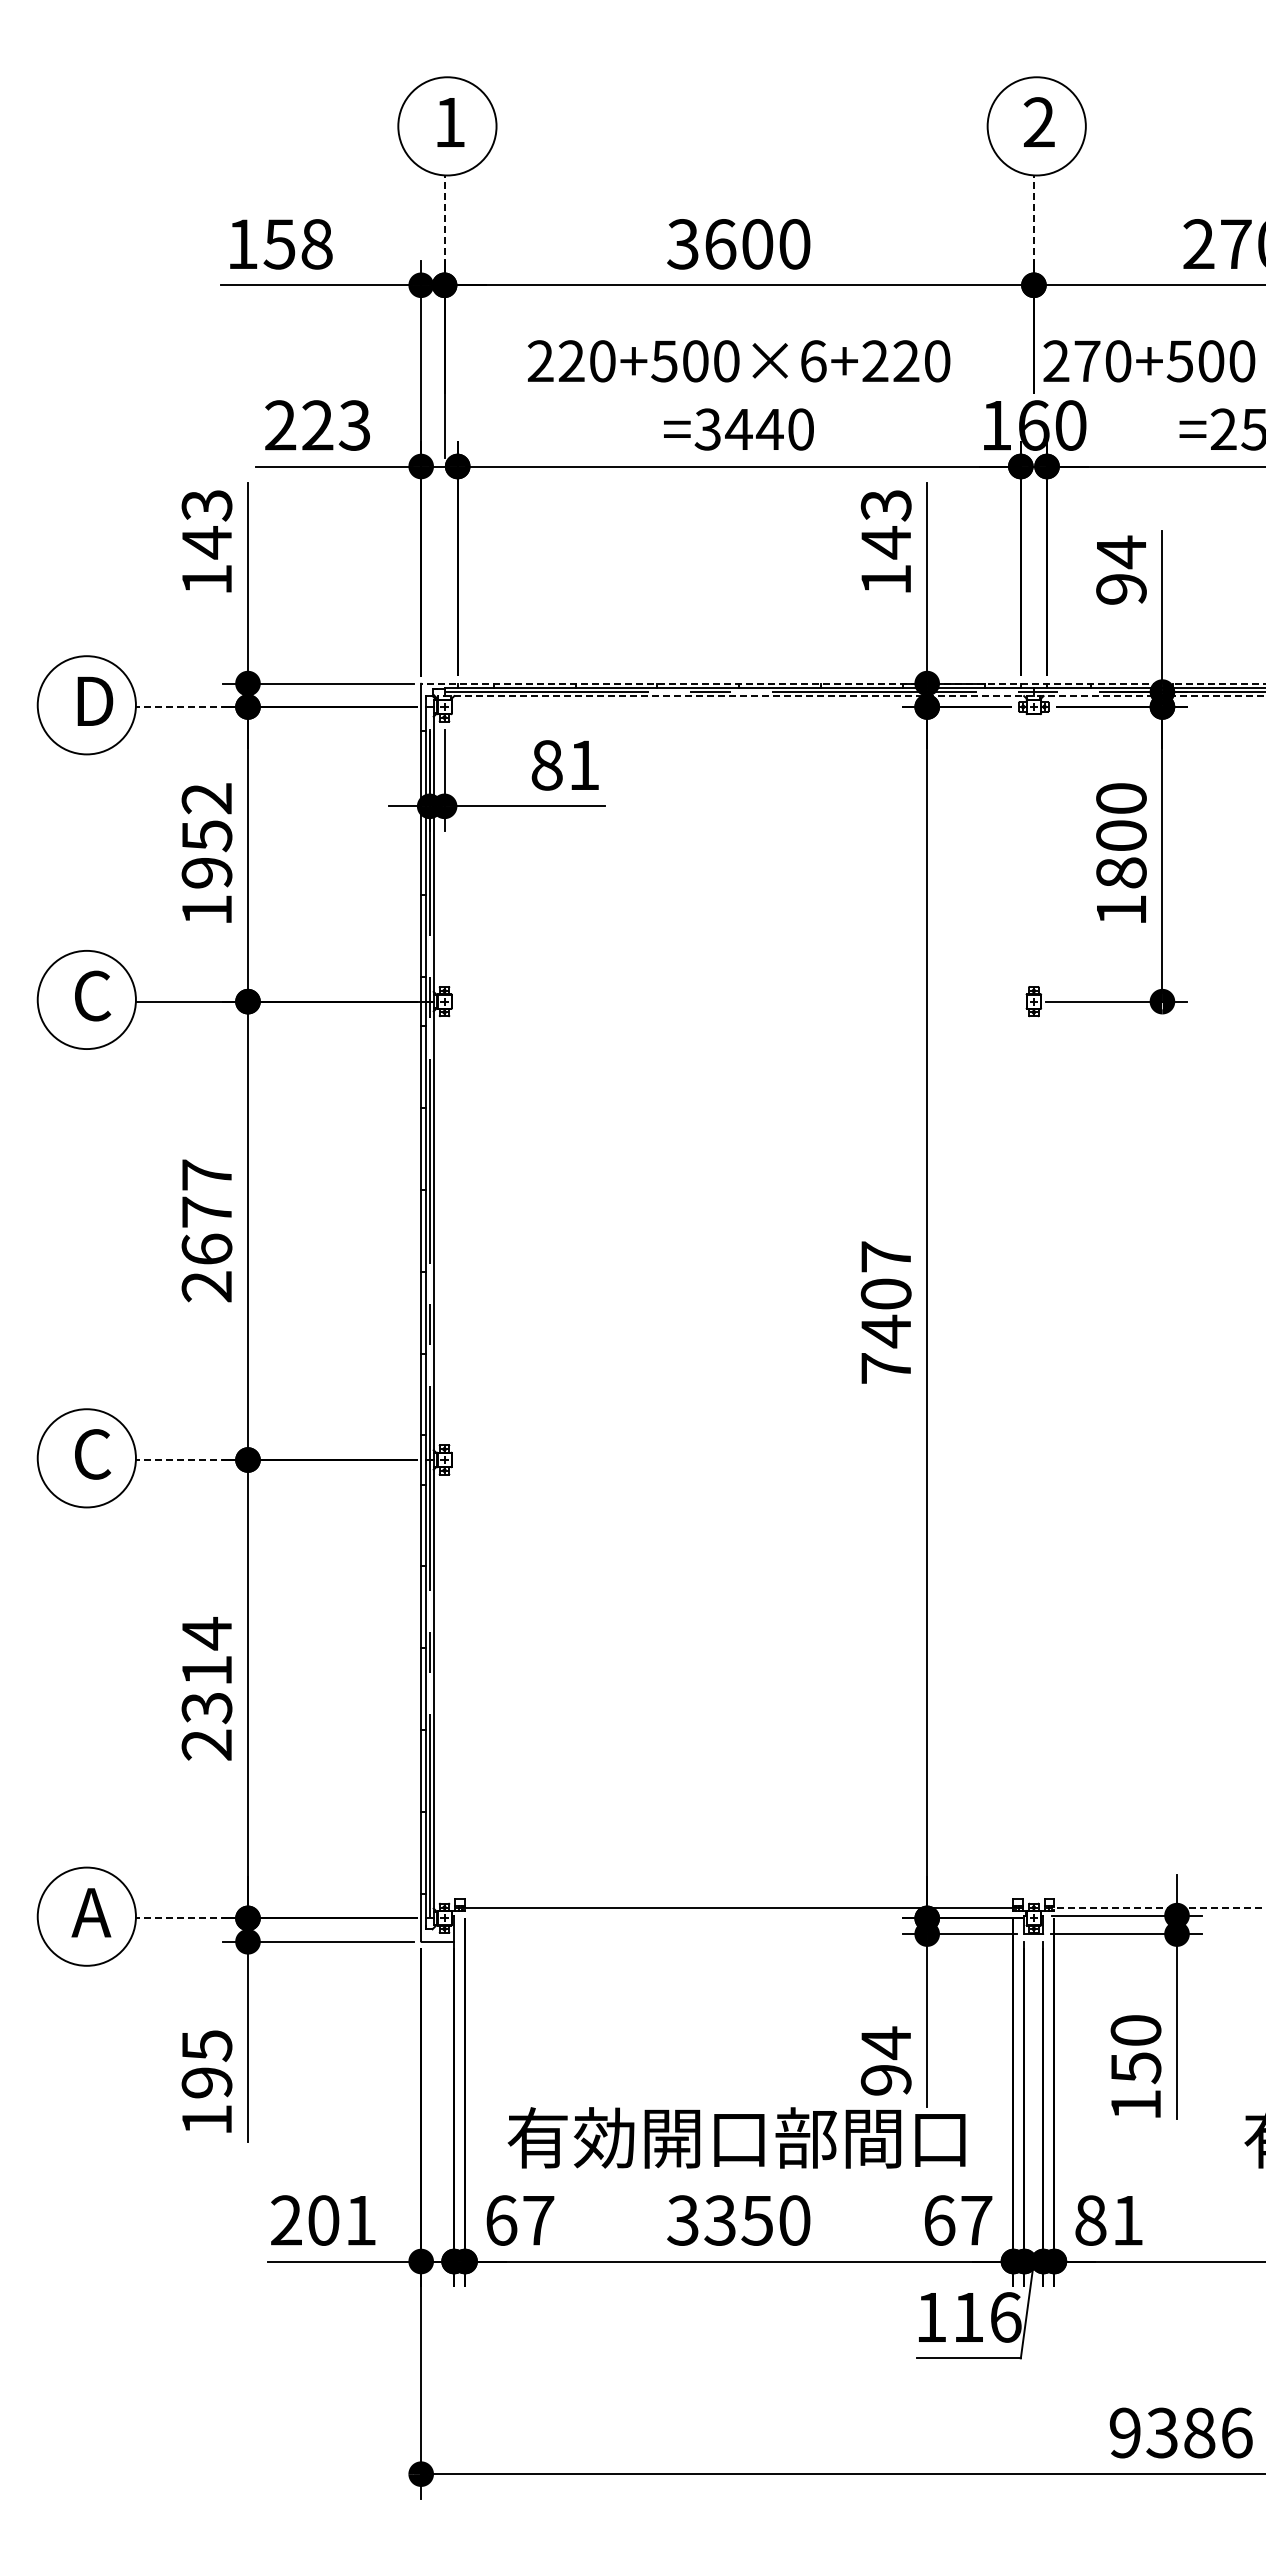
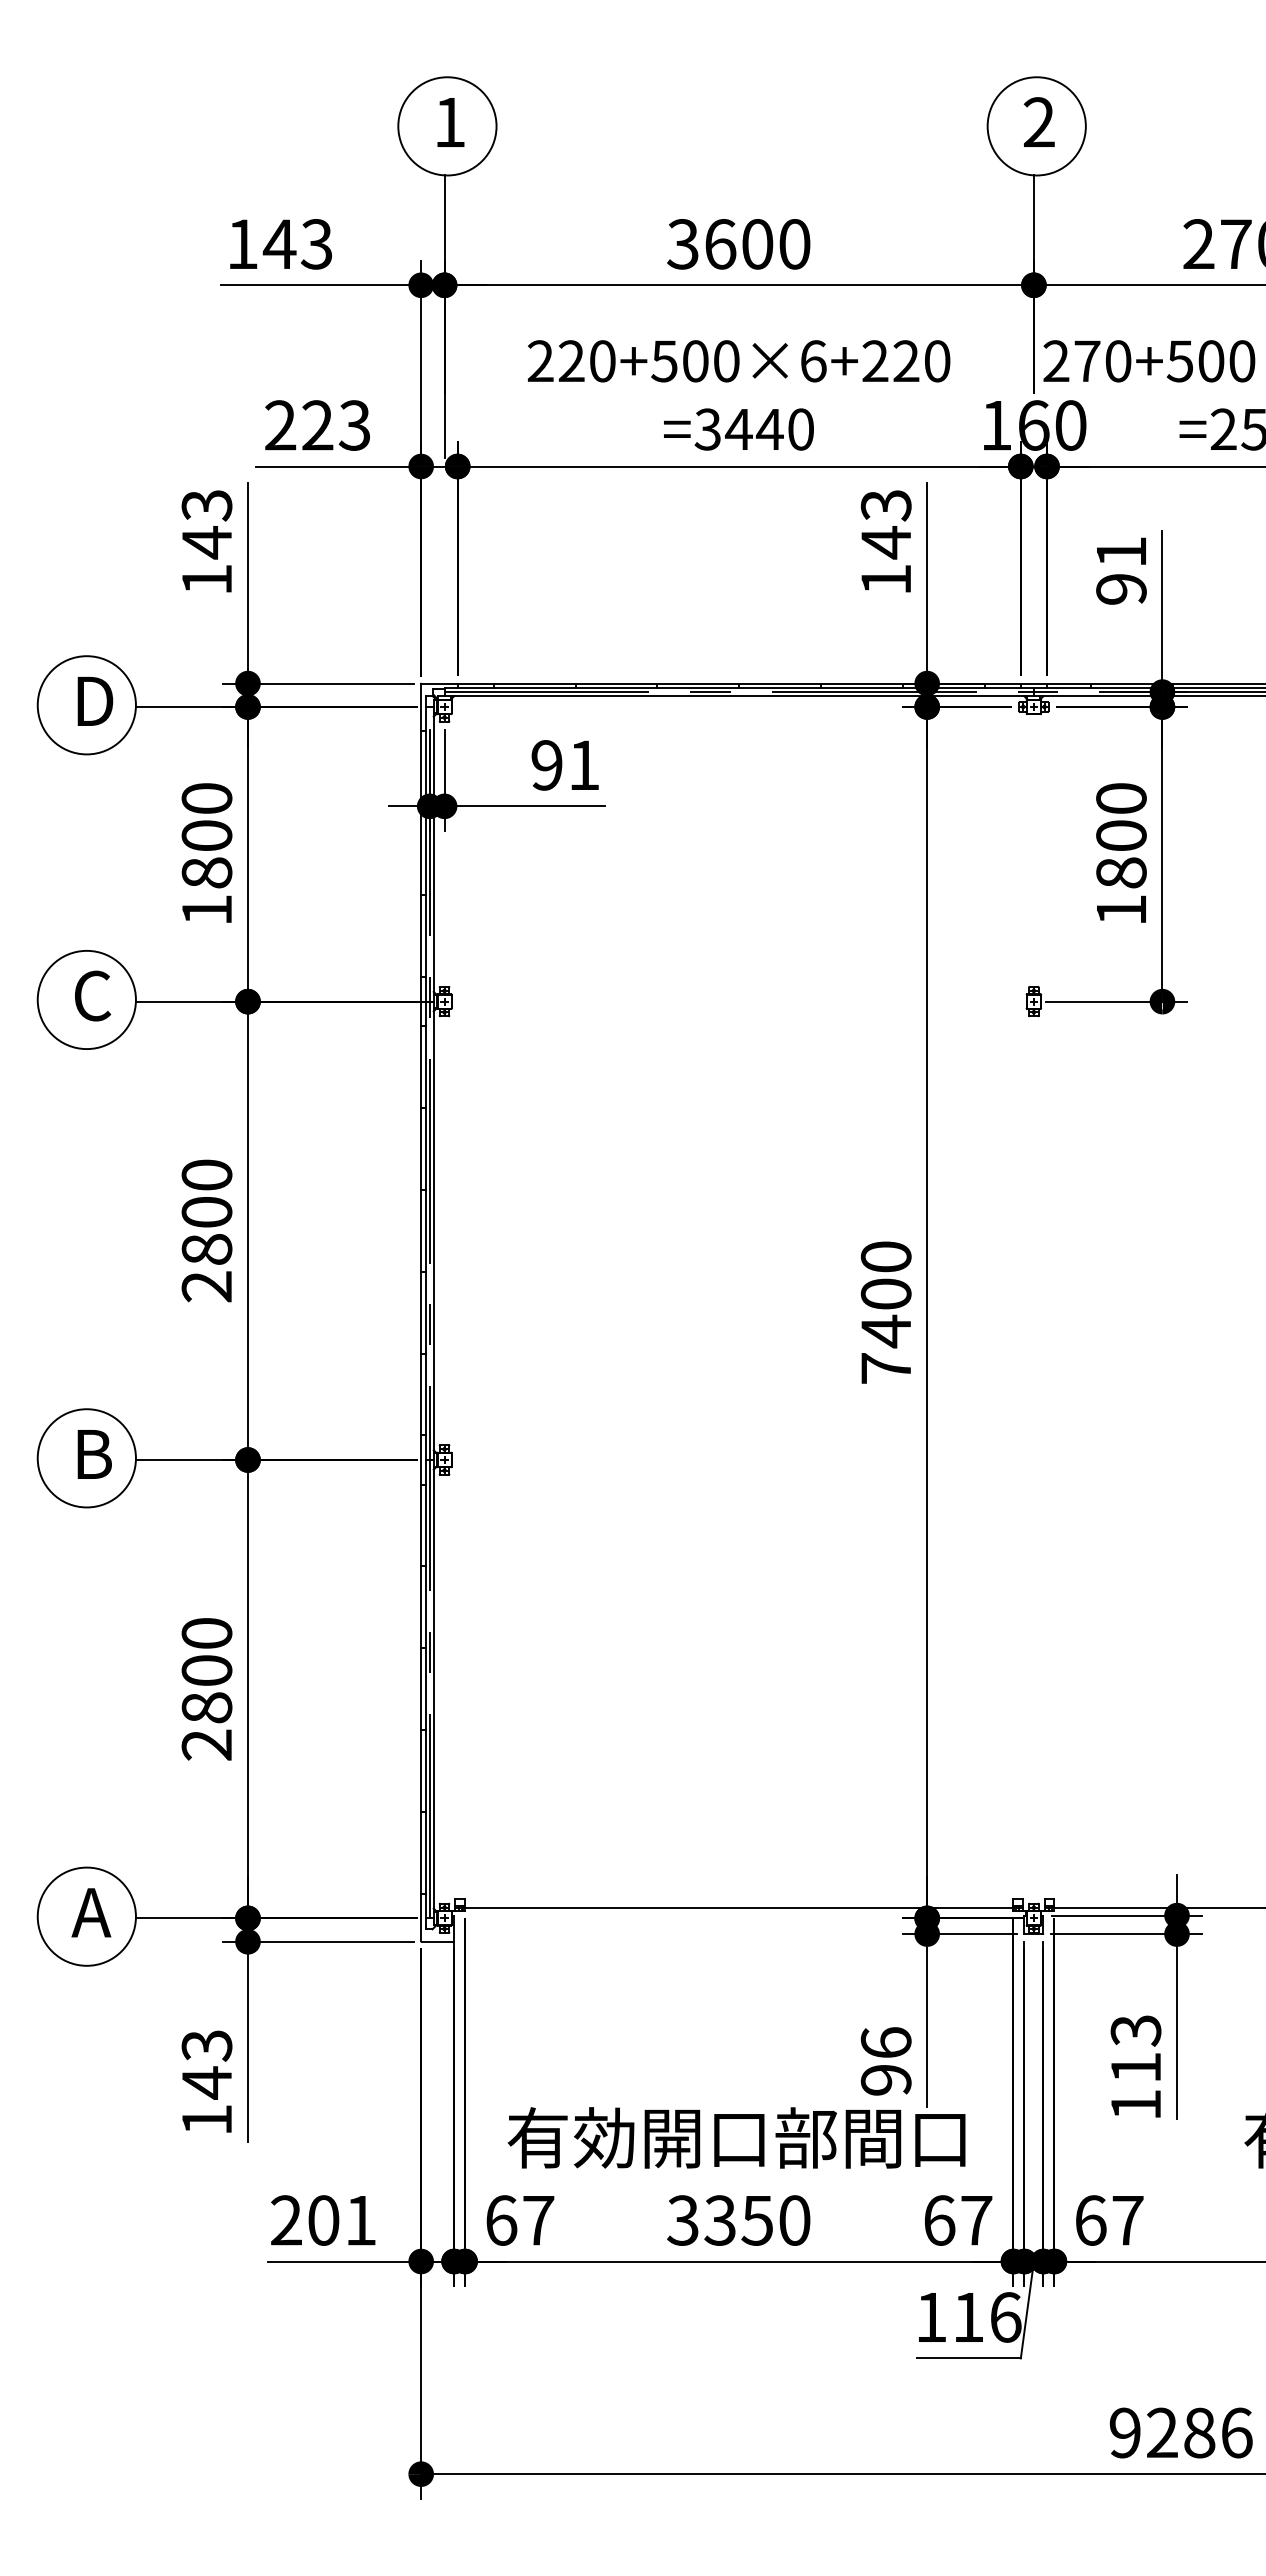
line at (444, 220): dashed -> solid
line at (1033, 220): dashed -> solid
text at (297, 244): 158 -> 143
text at (1121, 552): 94 -> 91
line at (843, 683): dashed -> solid
line at (851, 696): dashed -> solid
line at (181, 706): dashed -> solid
text at (546, 765): 81 -> 91
text at (206, 835): 1952 -> 1800
text at (206, 1211): 2677 -> 2800
text at (885, 1256): 7407 -> 7400
text at (93, 1454): C -> B
line at (181, 1459): dashed -> solid
text at (206, 1670): 2314 -> 2800
line at (1155, 1908): dashed -> solid
line at (181, 1918): dashed -> solid
text at (885, 2043): 94 -> 96
text at (1135, 2049): 150 -> 113
text at (206, 2064): 195 -> 143
text at (1109, 2220): 81 -> 67
text at (1161, 2433): 9386 -> 9286
